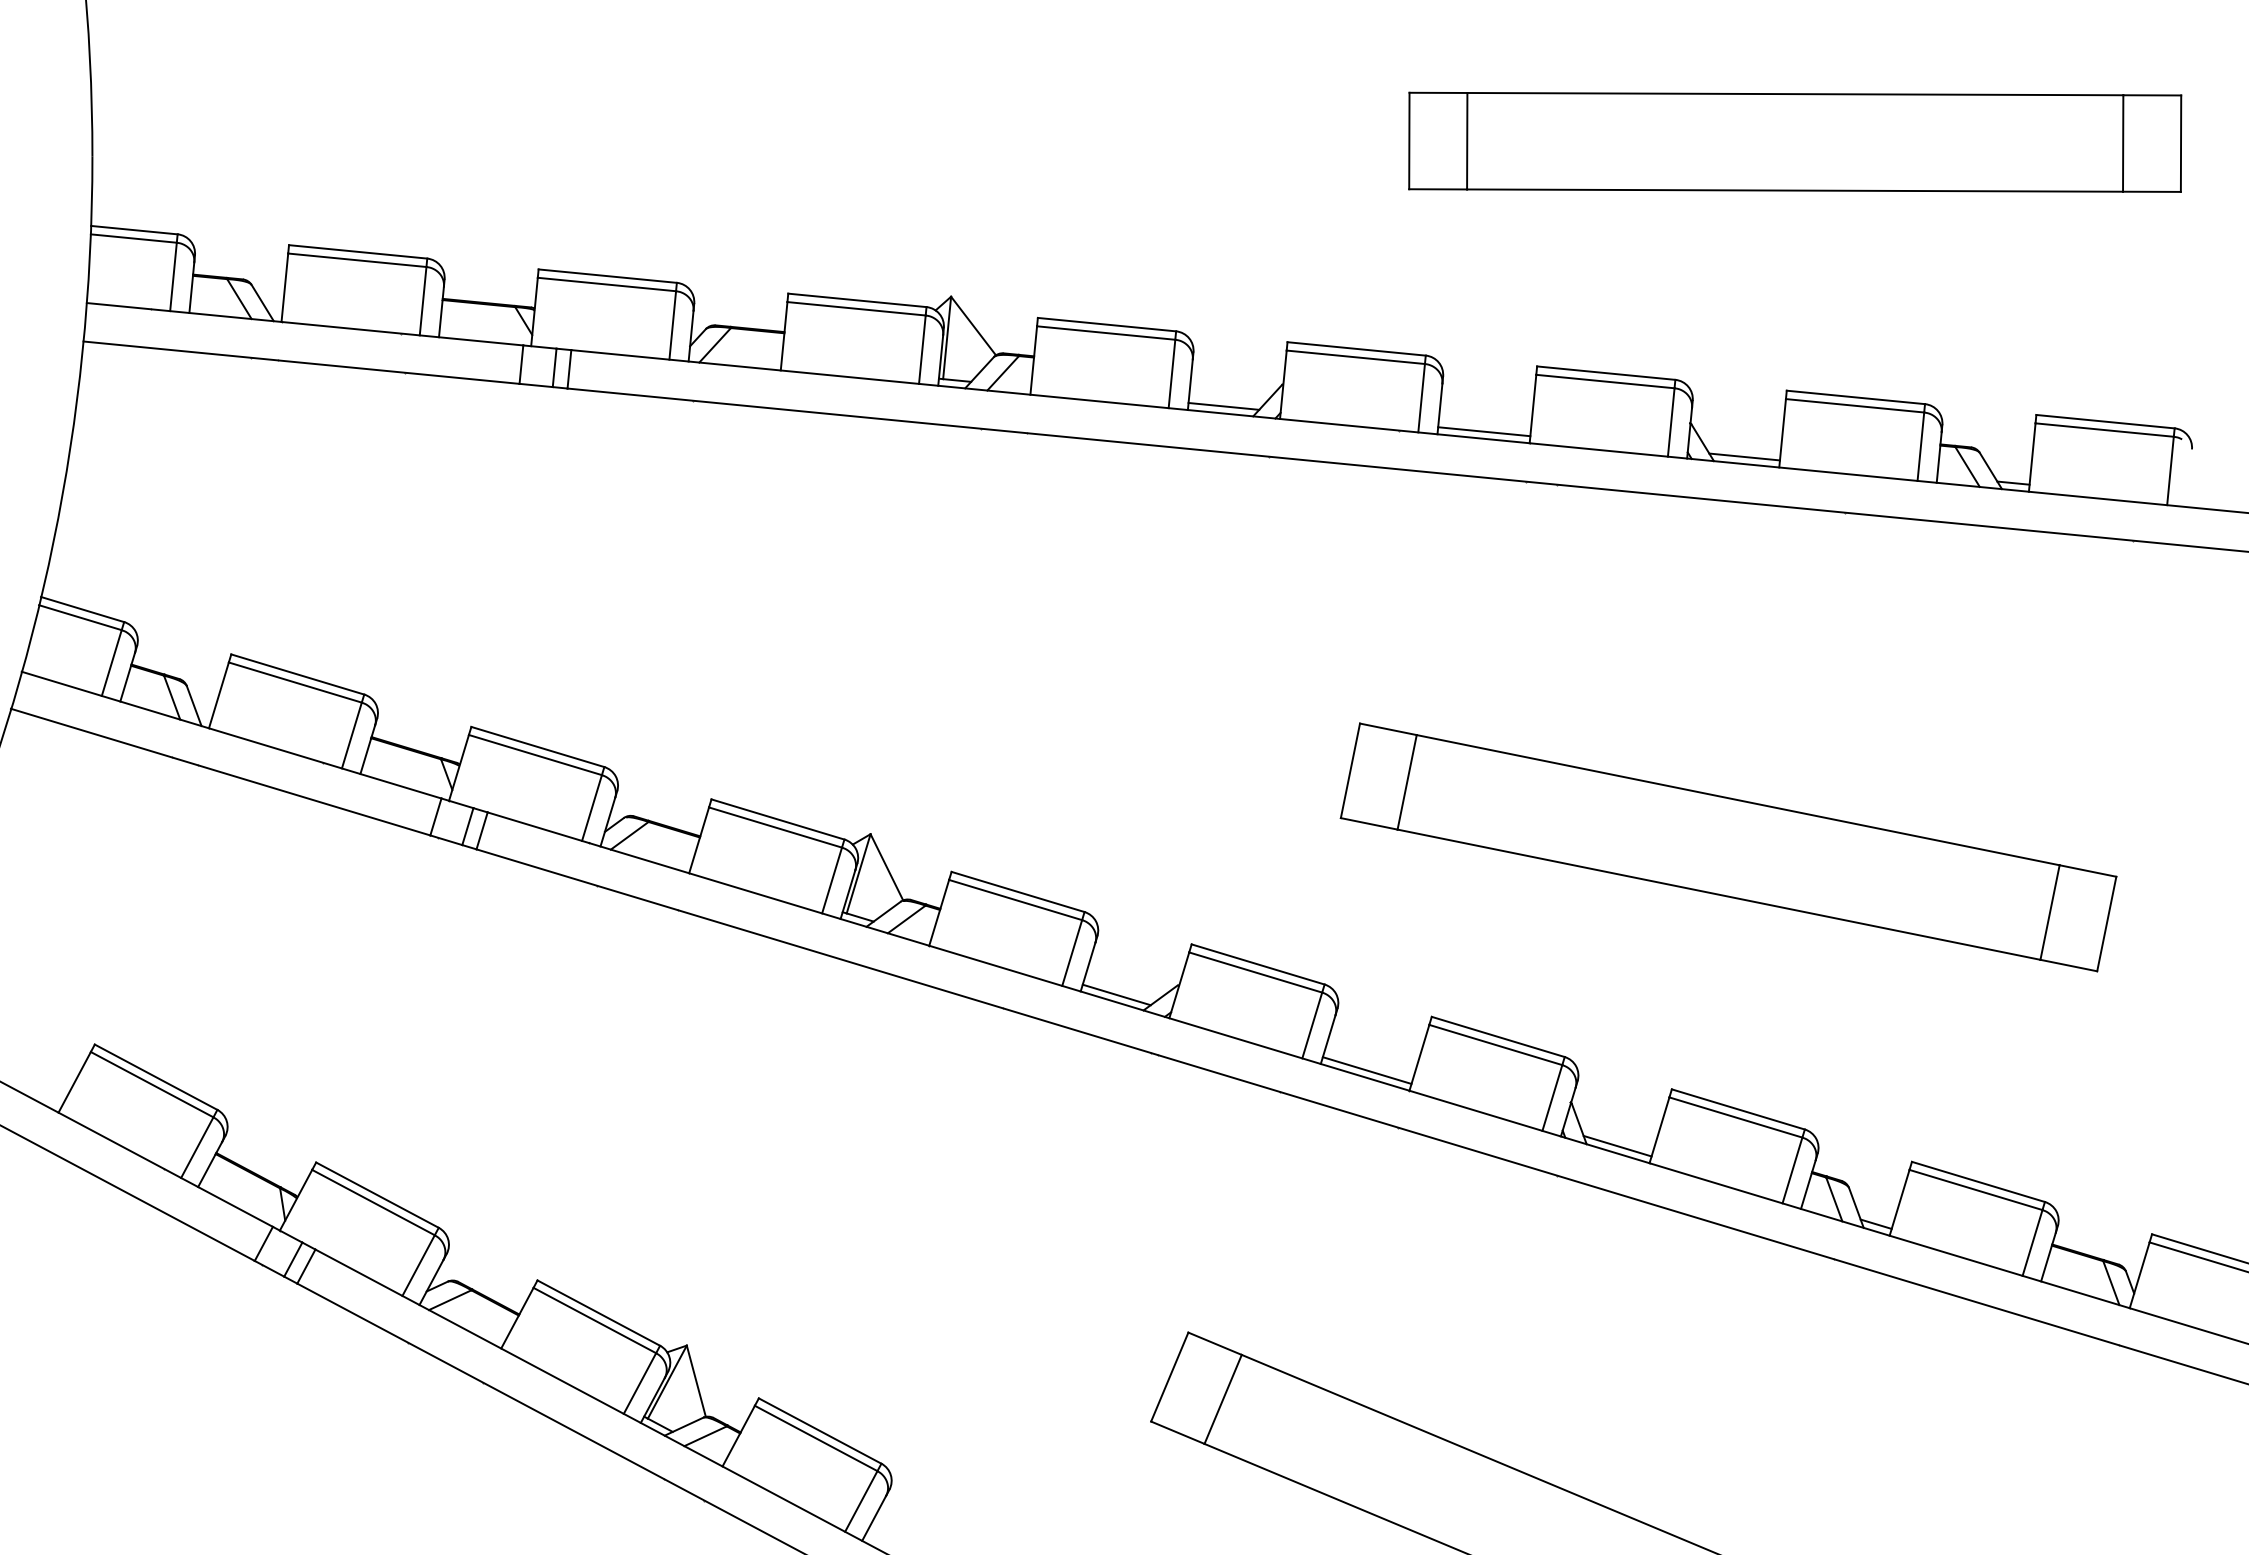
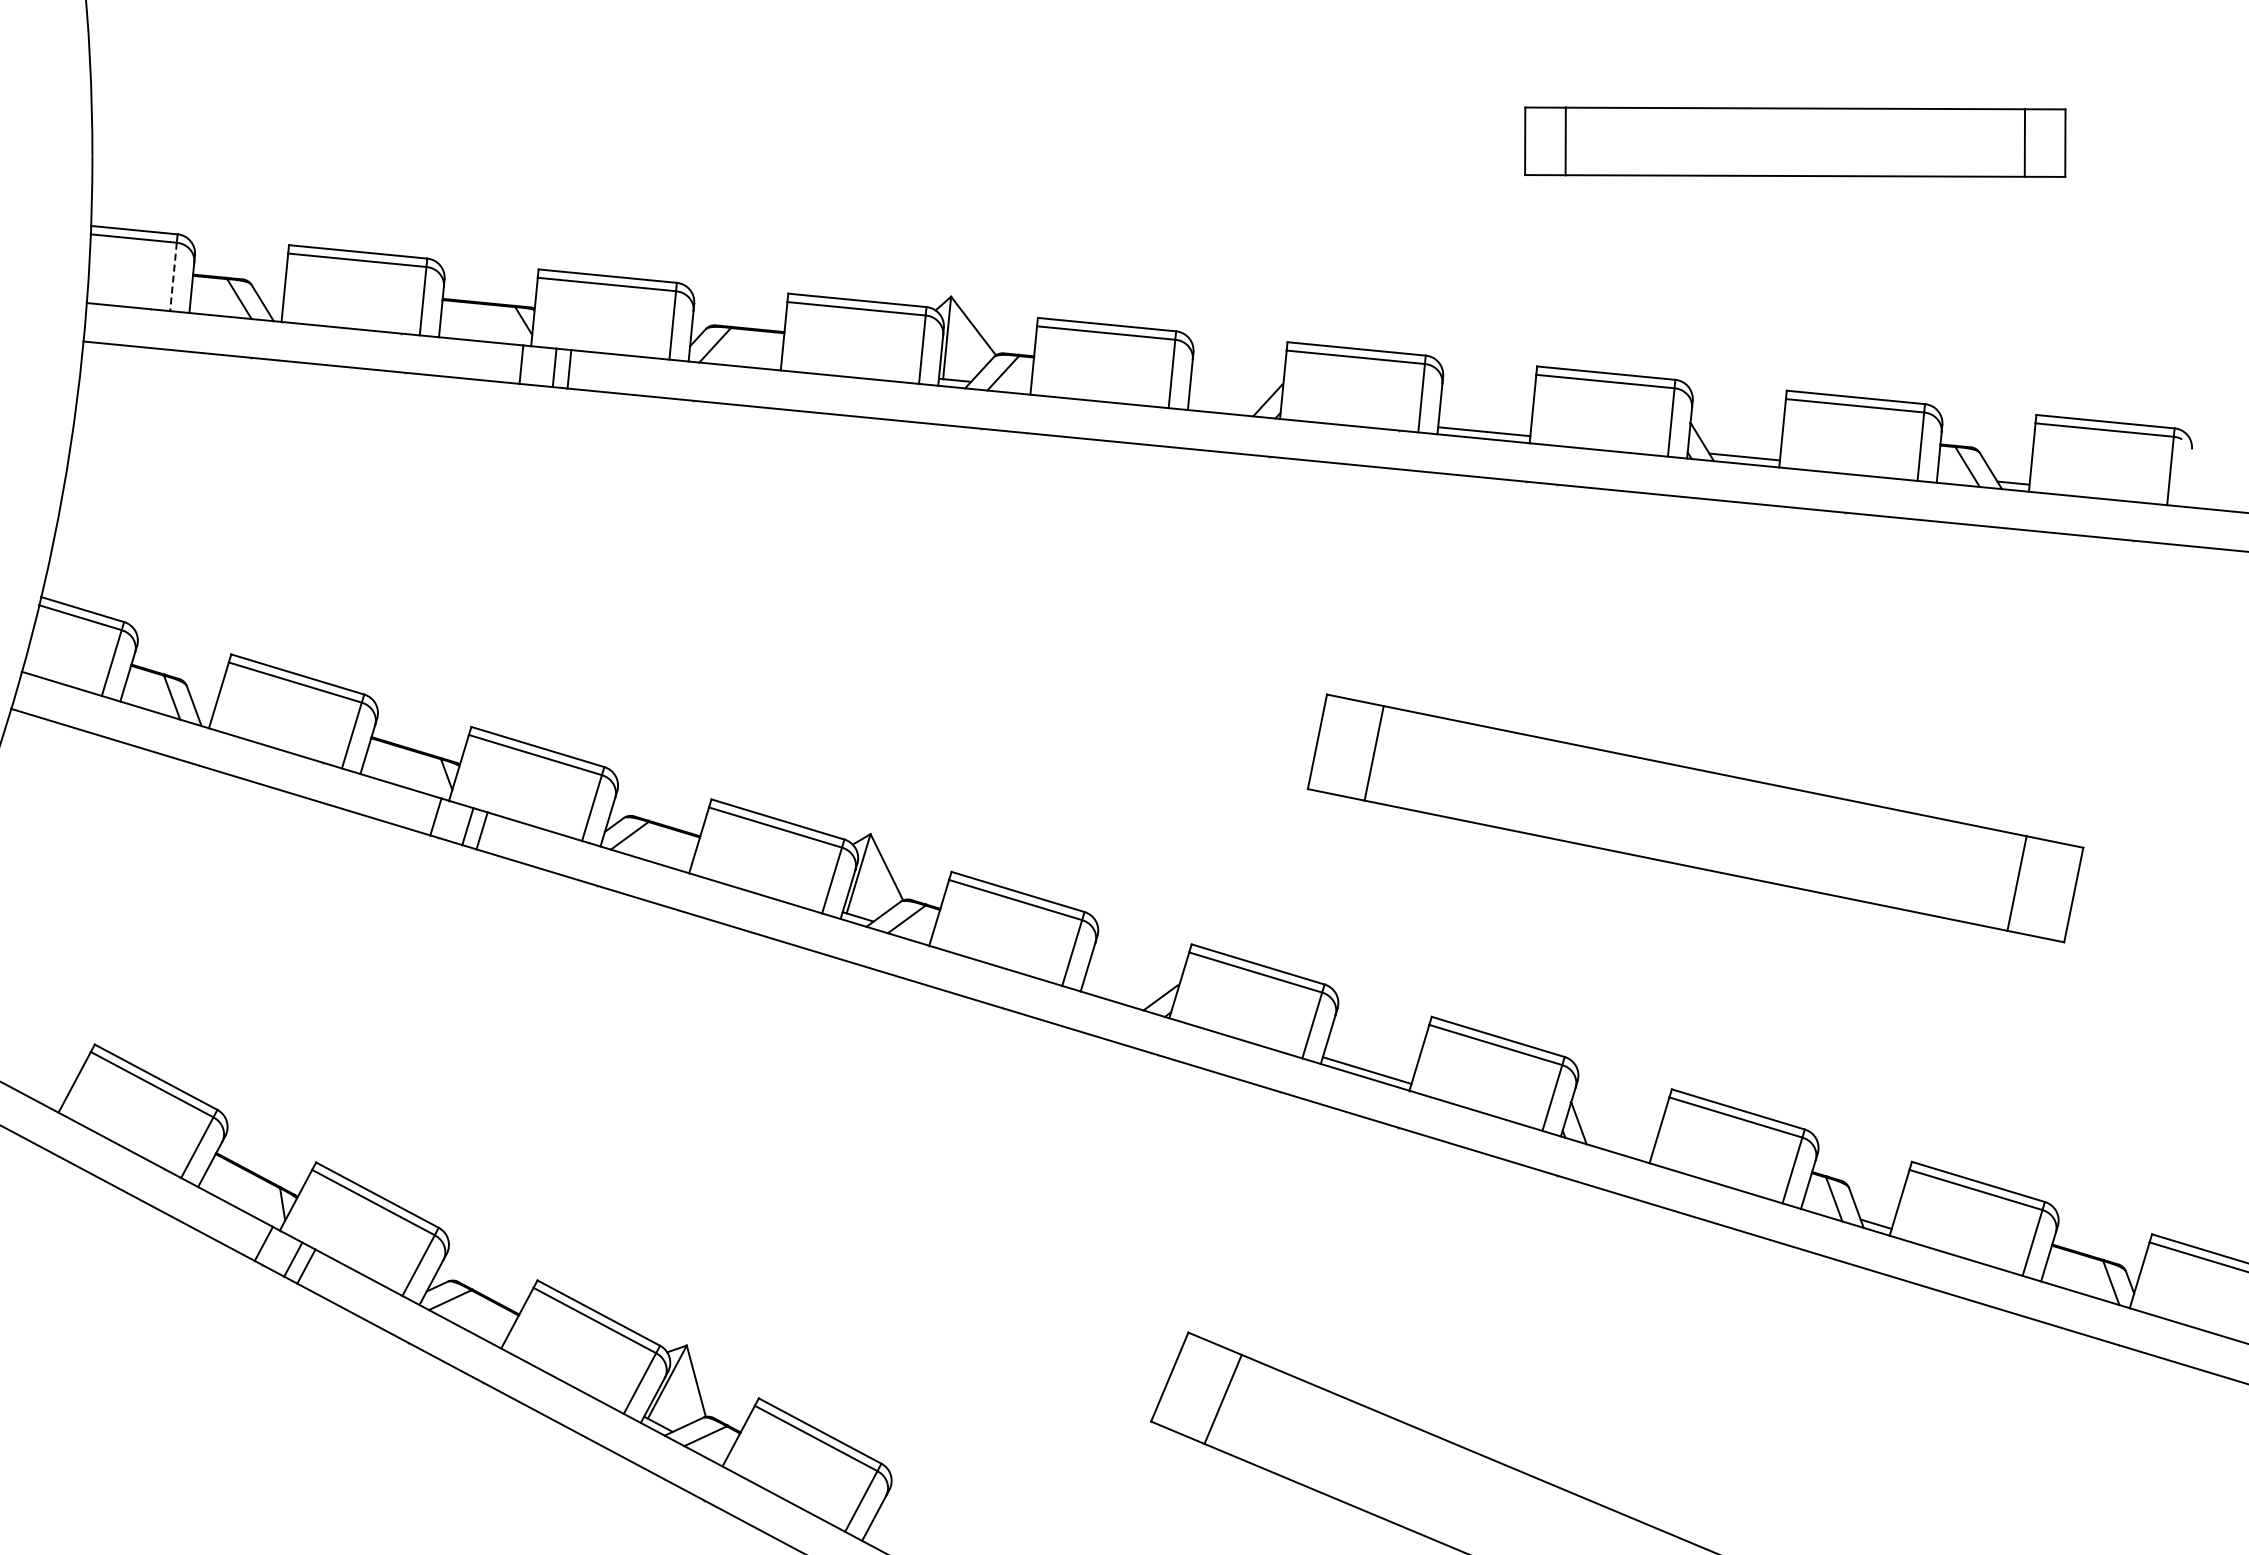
part at (1795, 141) size: 775x102 px -> 543x72 px
line at (173, 277): solid -> dashed
line at (1223, 405): present -> none
part at (1728, 847) position: (1728, 847) -> (1695, 818)
line at (1116, 994): present -> none
line at (1617, 1145): present -> none
